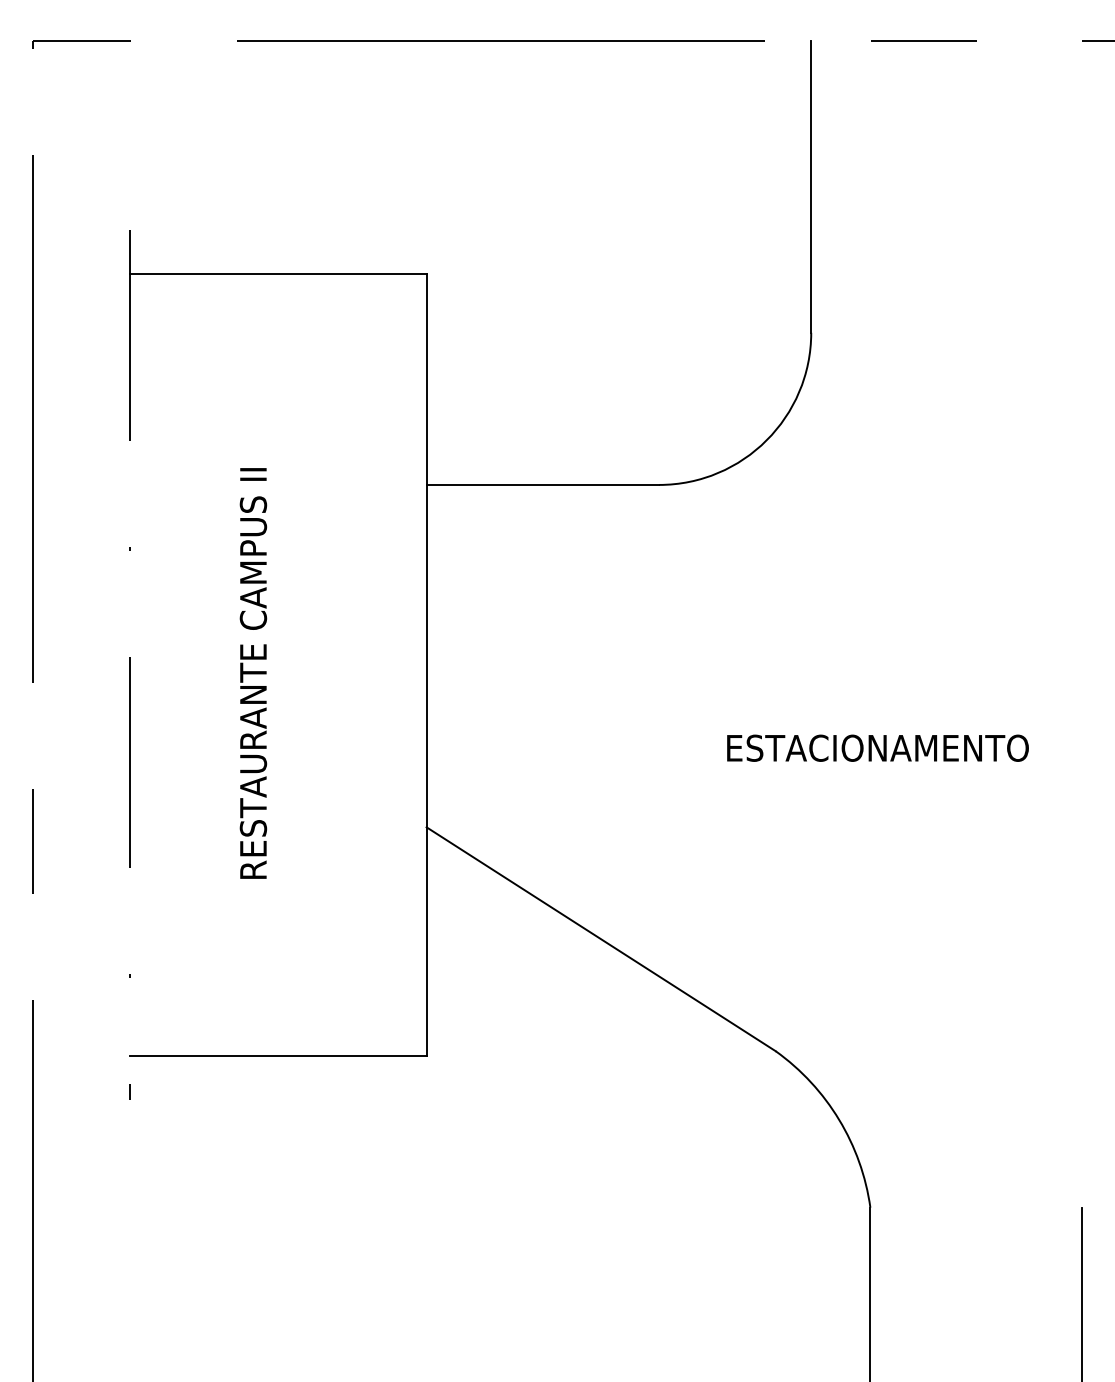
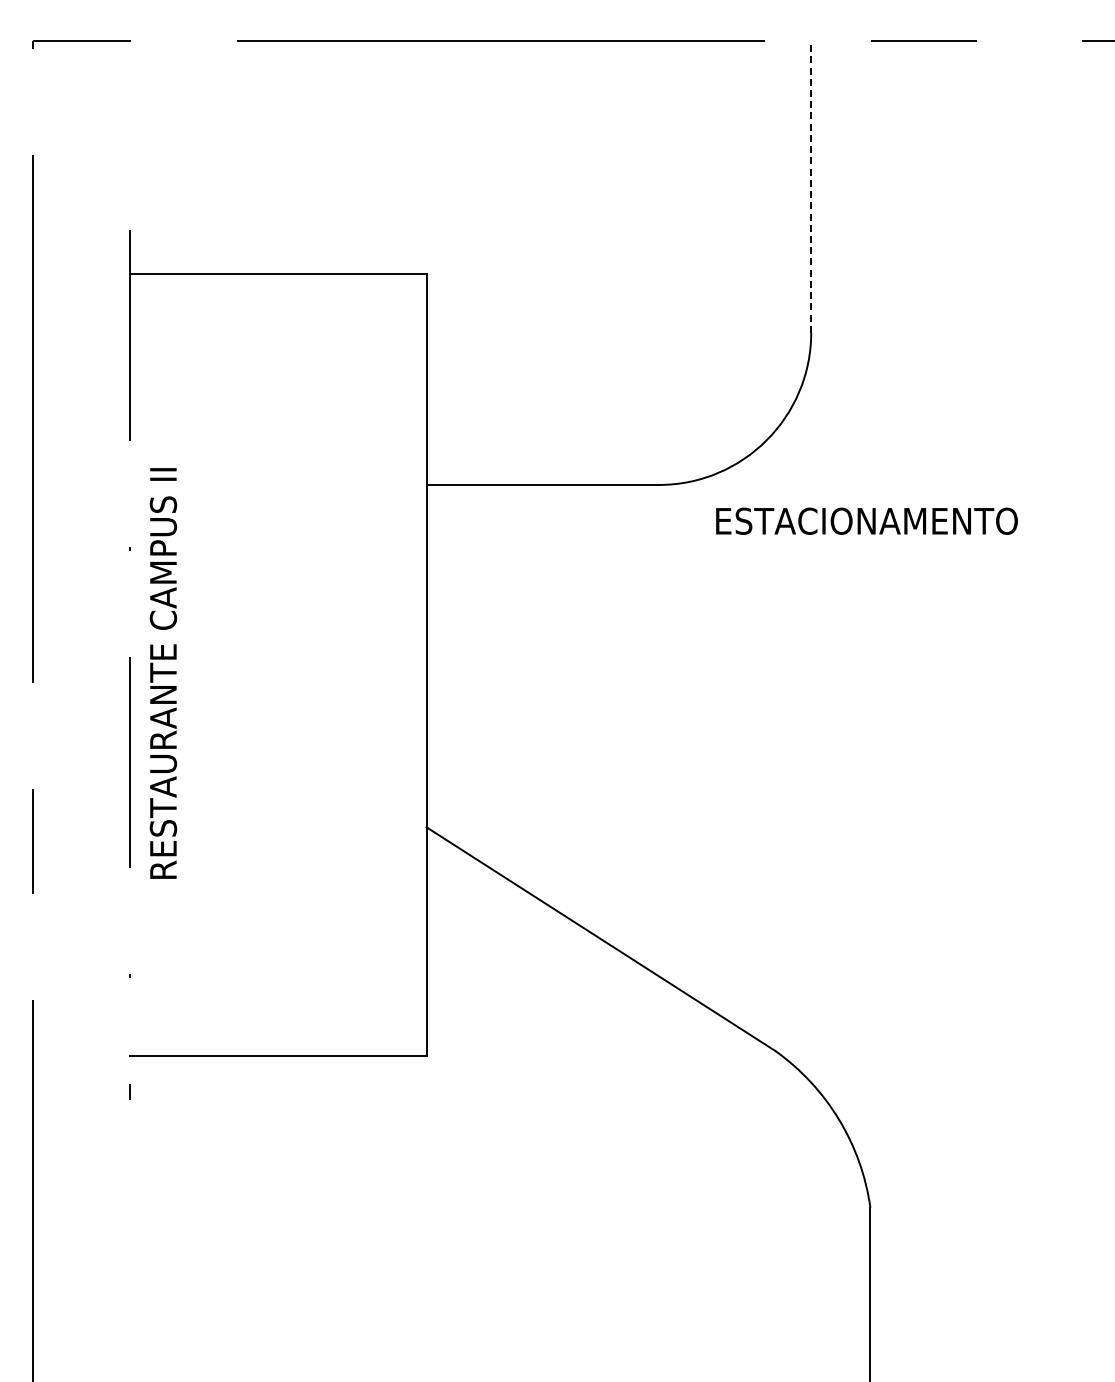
line at (811, 187): solid -> dashed
text at (253, 673) position: (253, 673) -> (163, 673)
text at (877, 747) position: (877, 747) -> (866, 520)
line at (1081, 1292): present -> none
